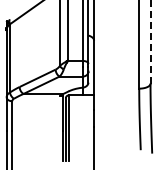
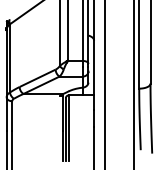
line at (150, 42): dashed -> solid
line at (104, 84): none -> present
line at (133, 84): none -> present
